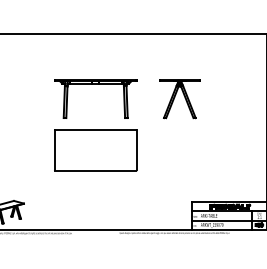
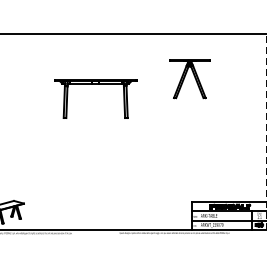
part at (179, 99) position: (179, 99) -> (189, 79)
line at (266, 132): solid -> dashed
part at (95, 150): present -> none
